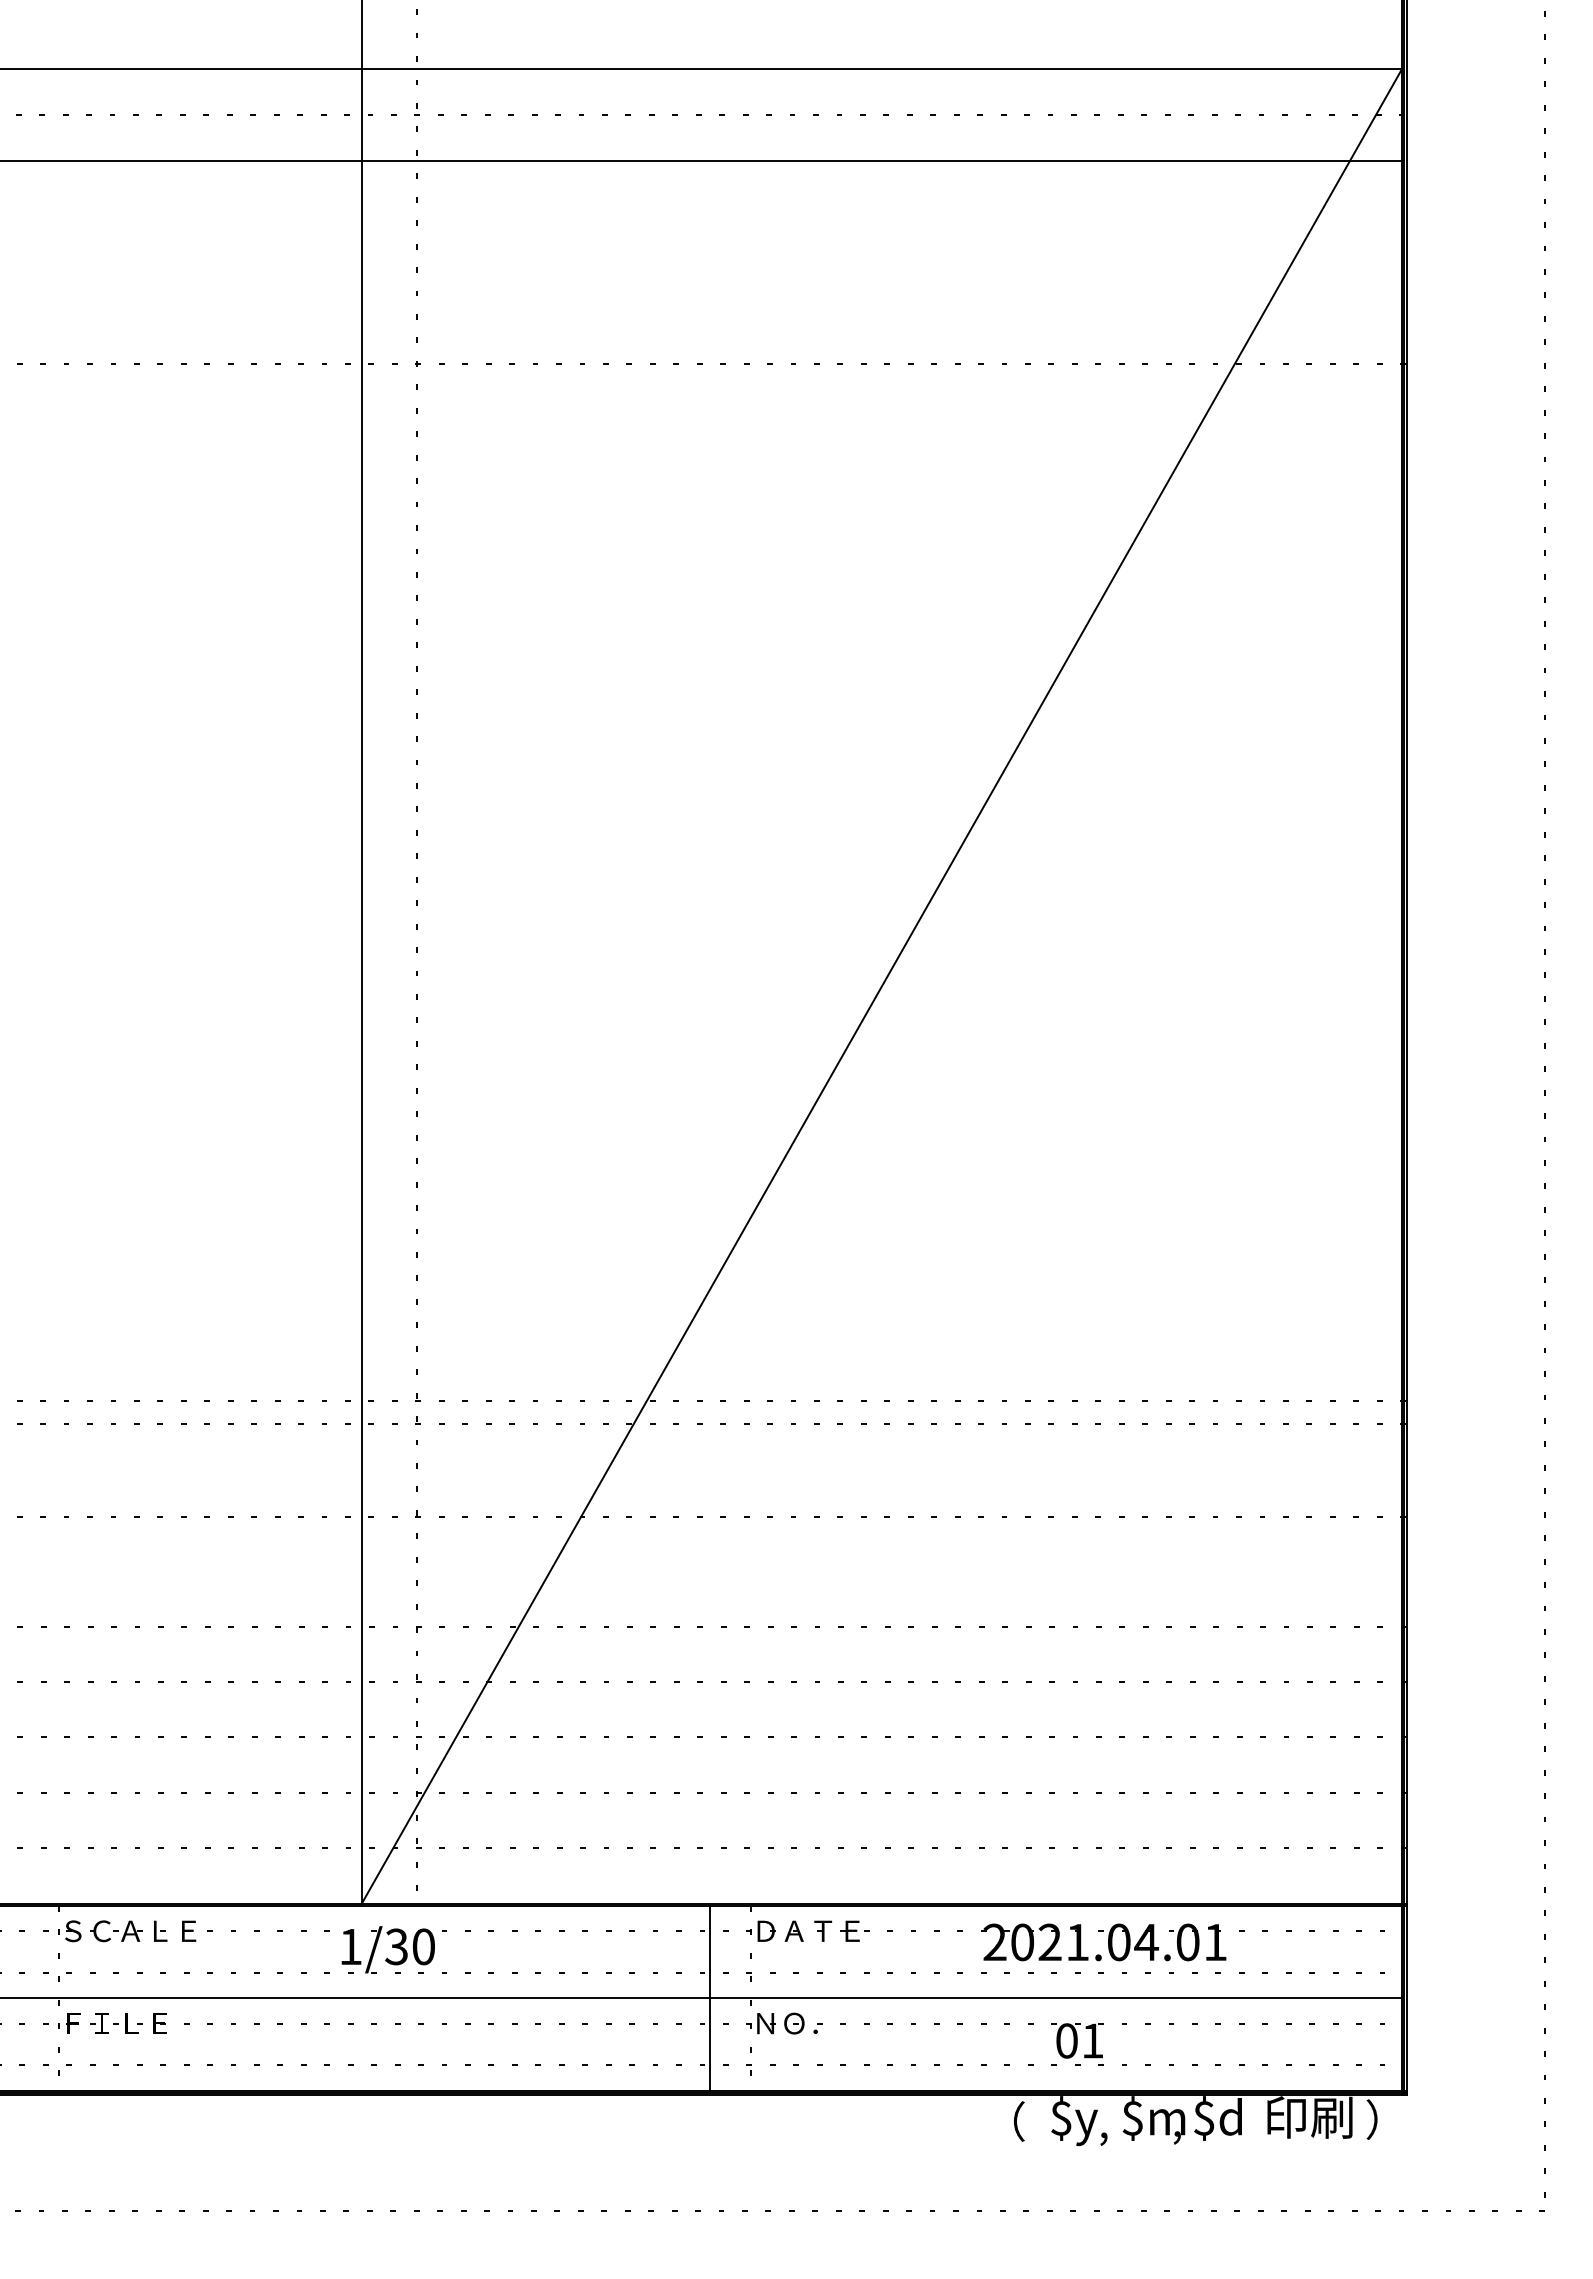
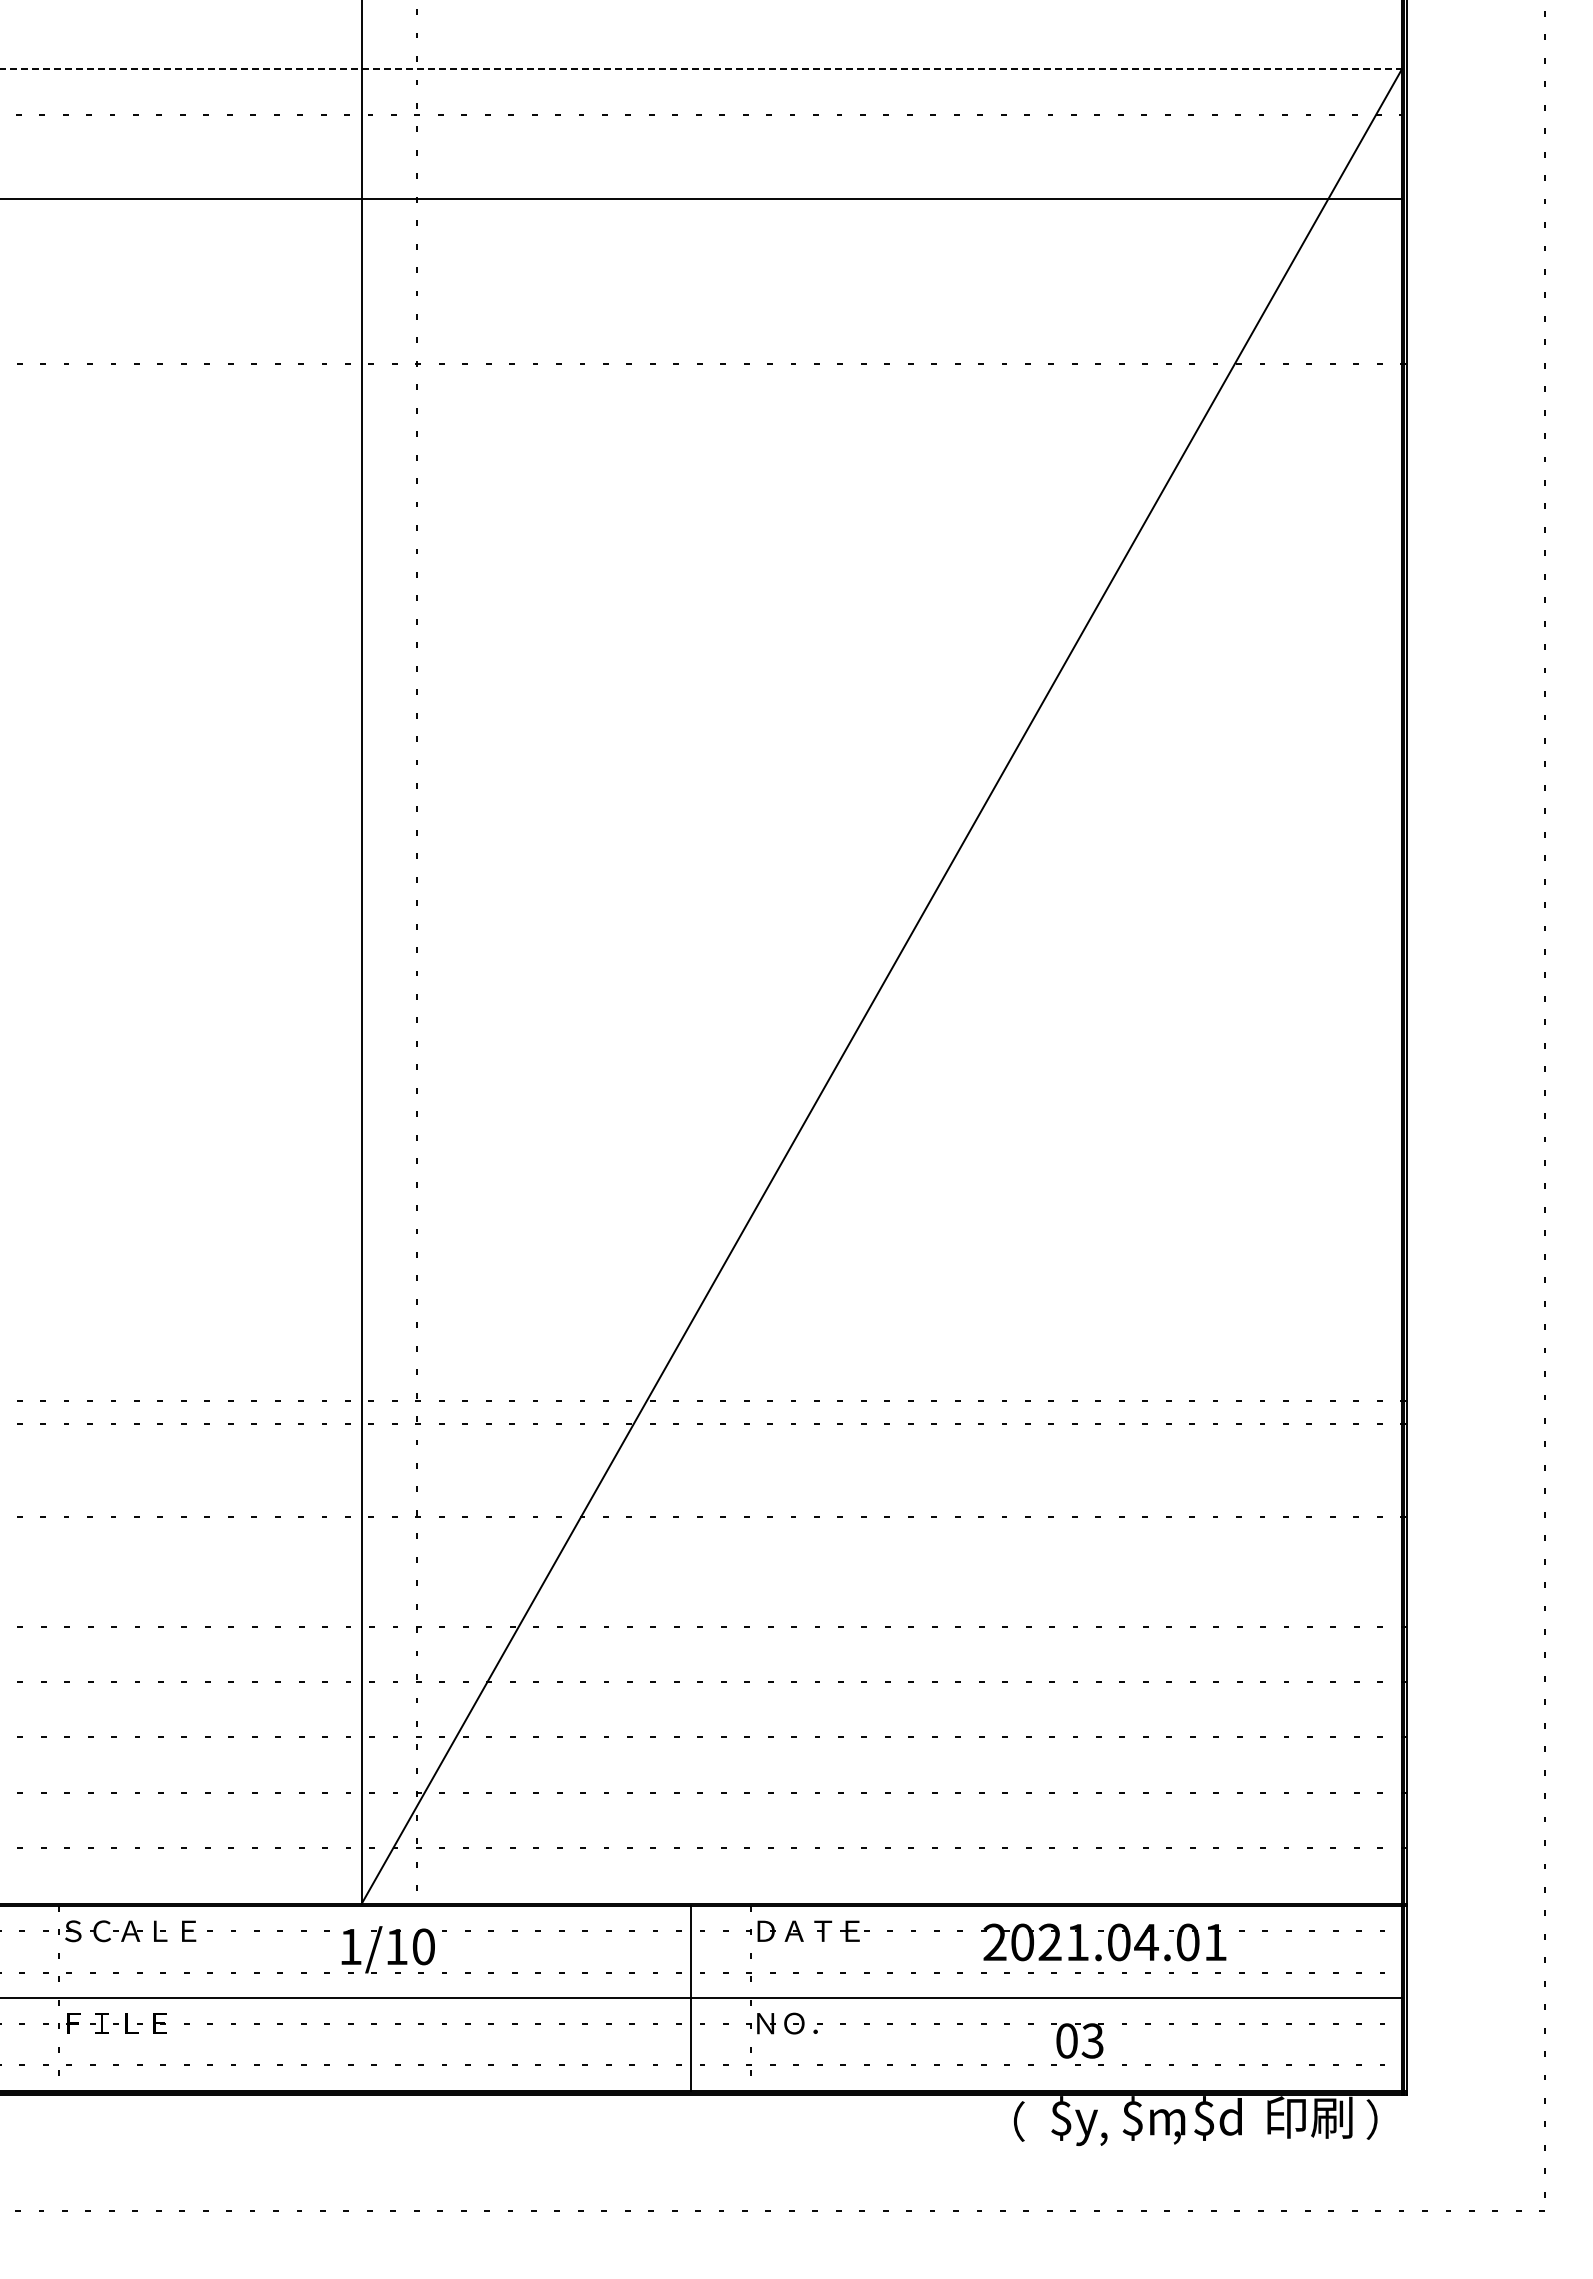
line at (701, 69): solid -> dashed
line at (702, 161) position: (702, 161) -> (702, 199)
text at (396, 1946): 1/30 -> 1/10
line at (709, 1997) position: (709, 1997) -> (690, 1997)
text at (1092, 2040): 01 -> 03
